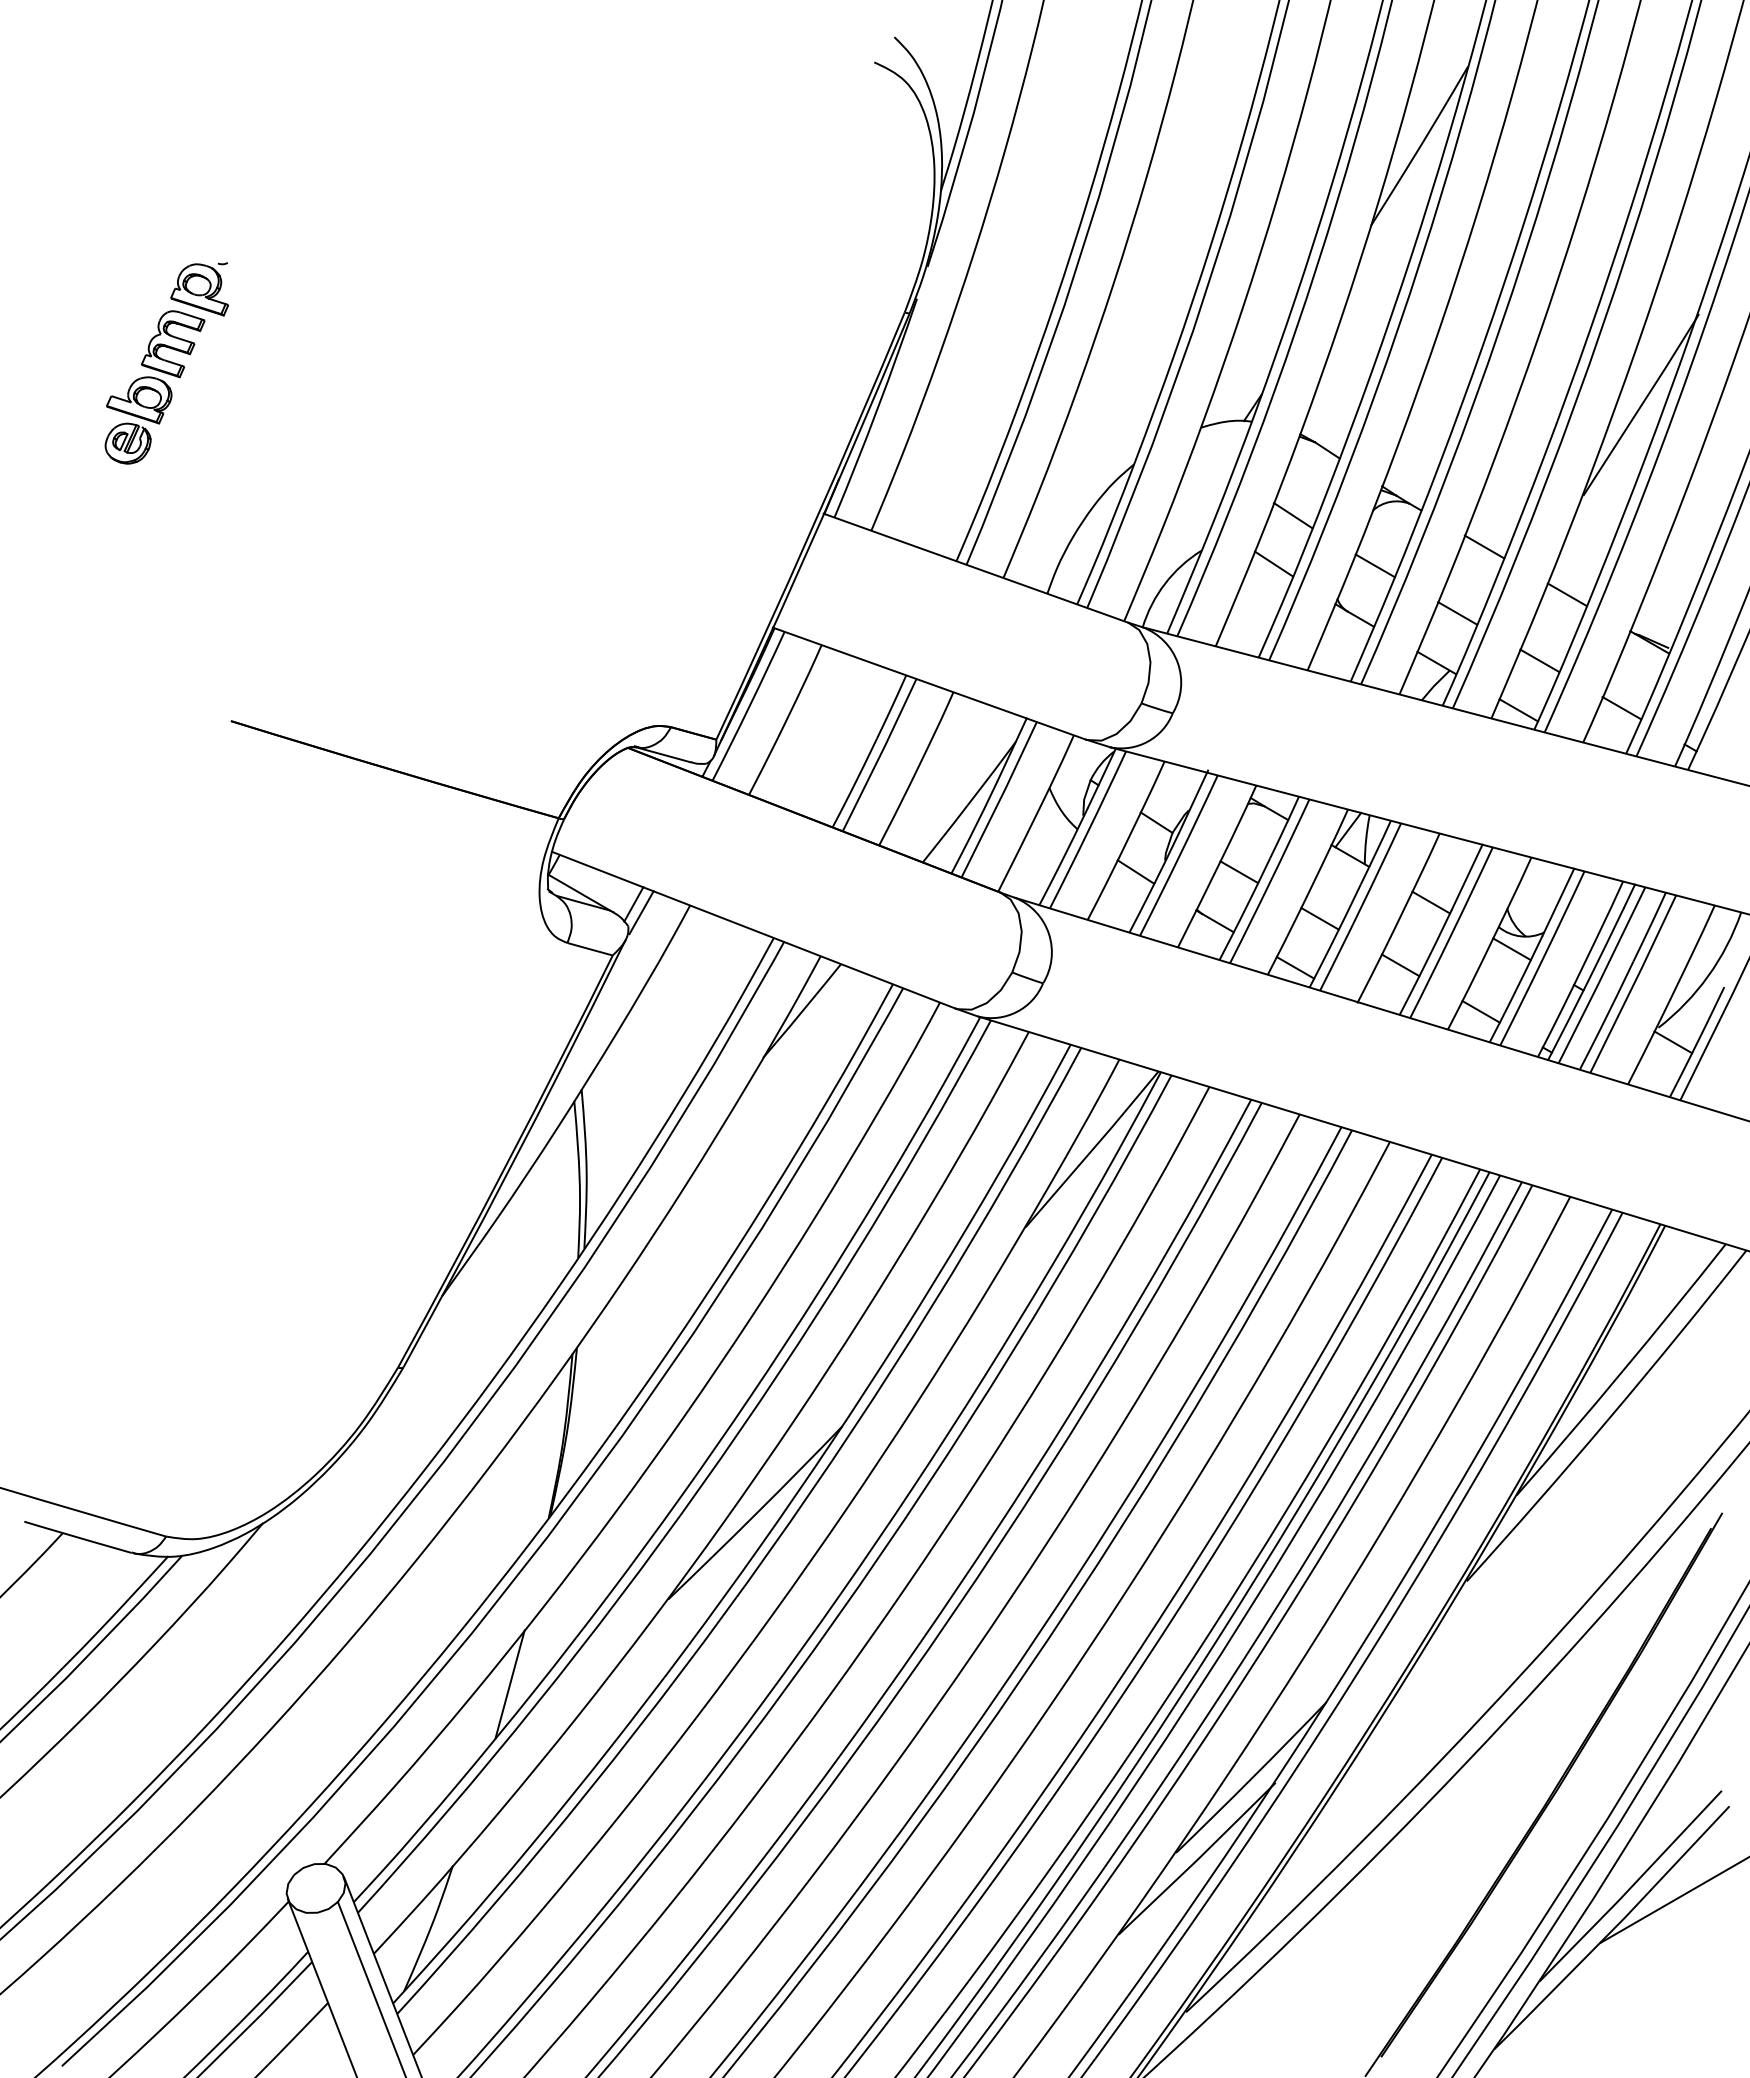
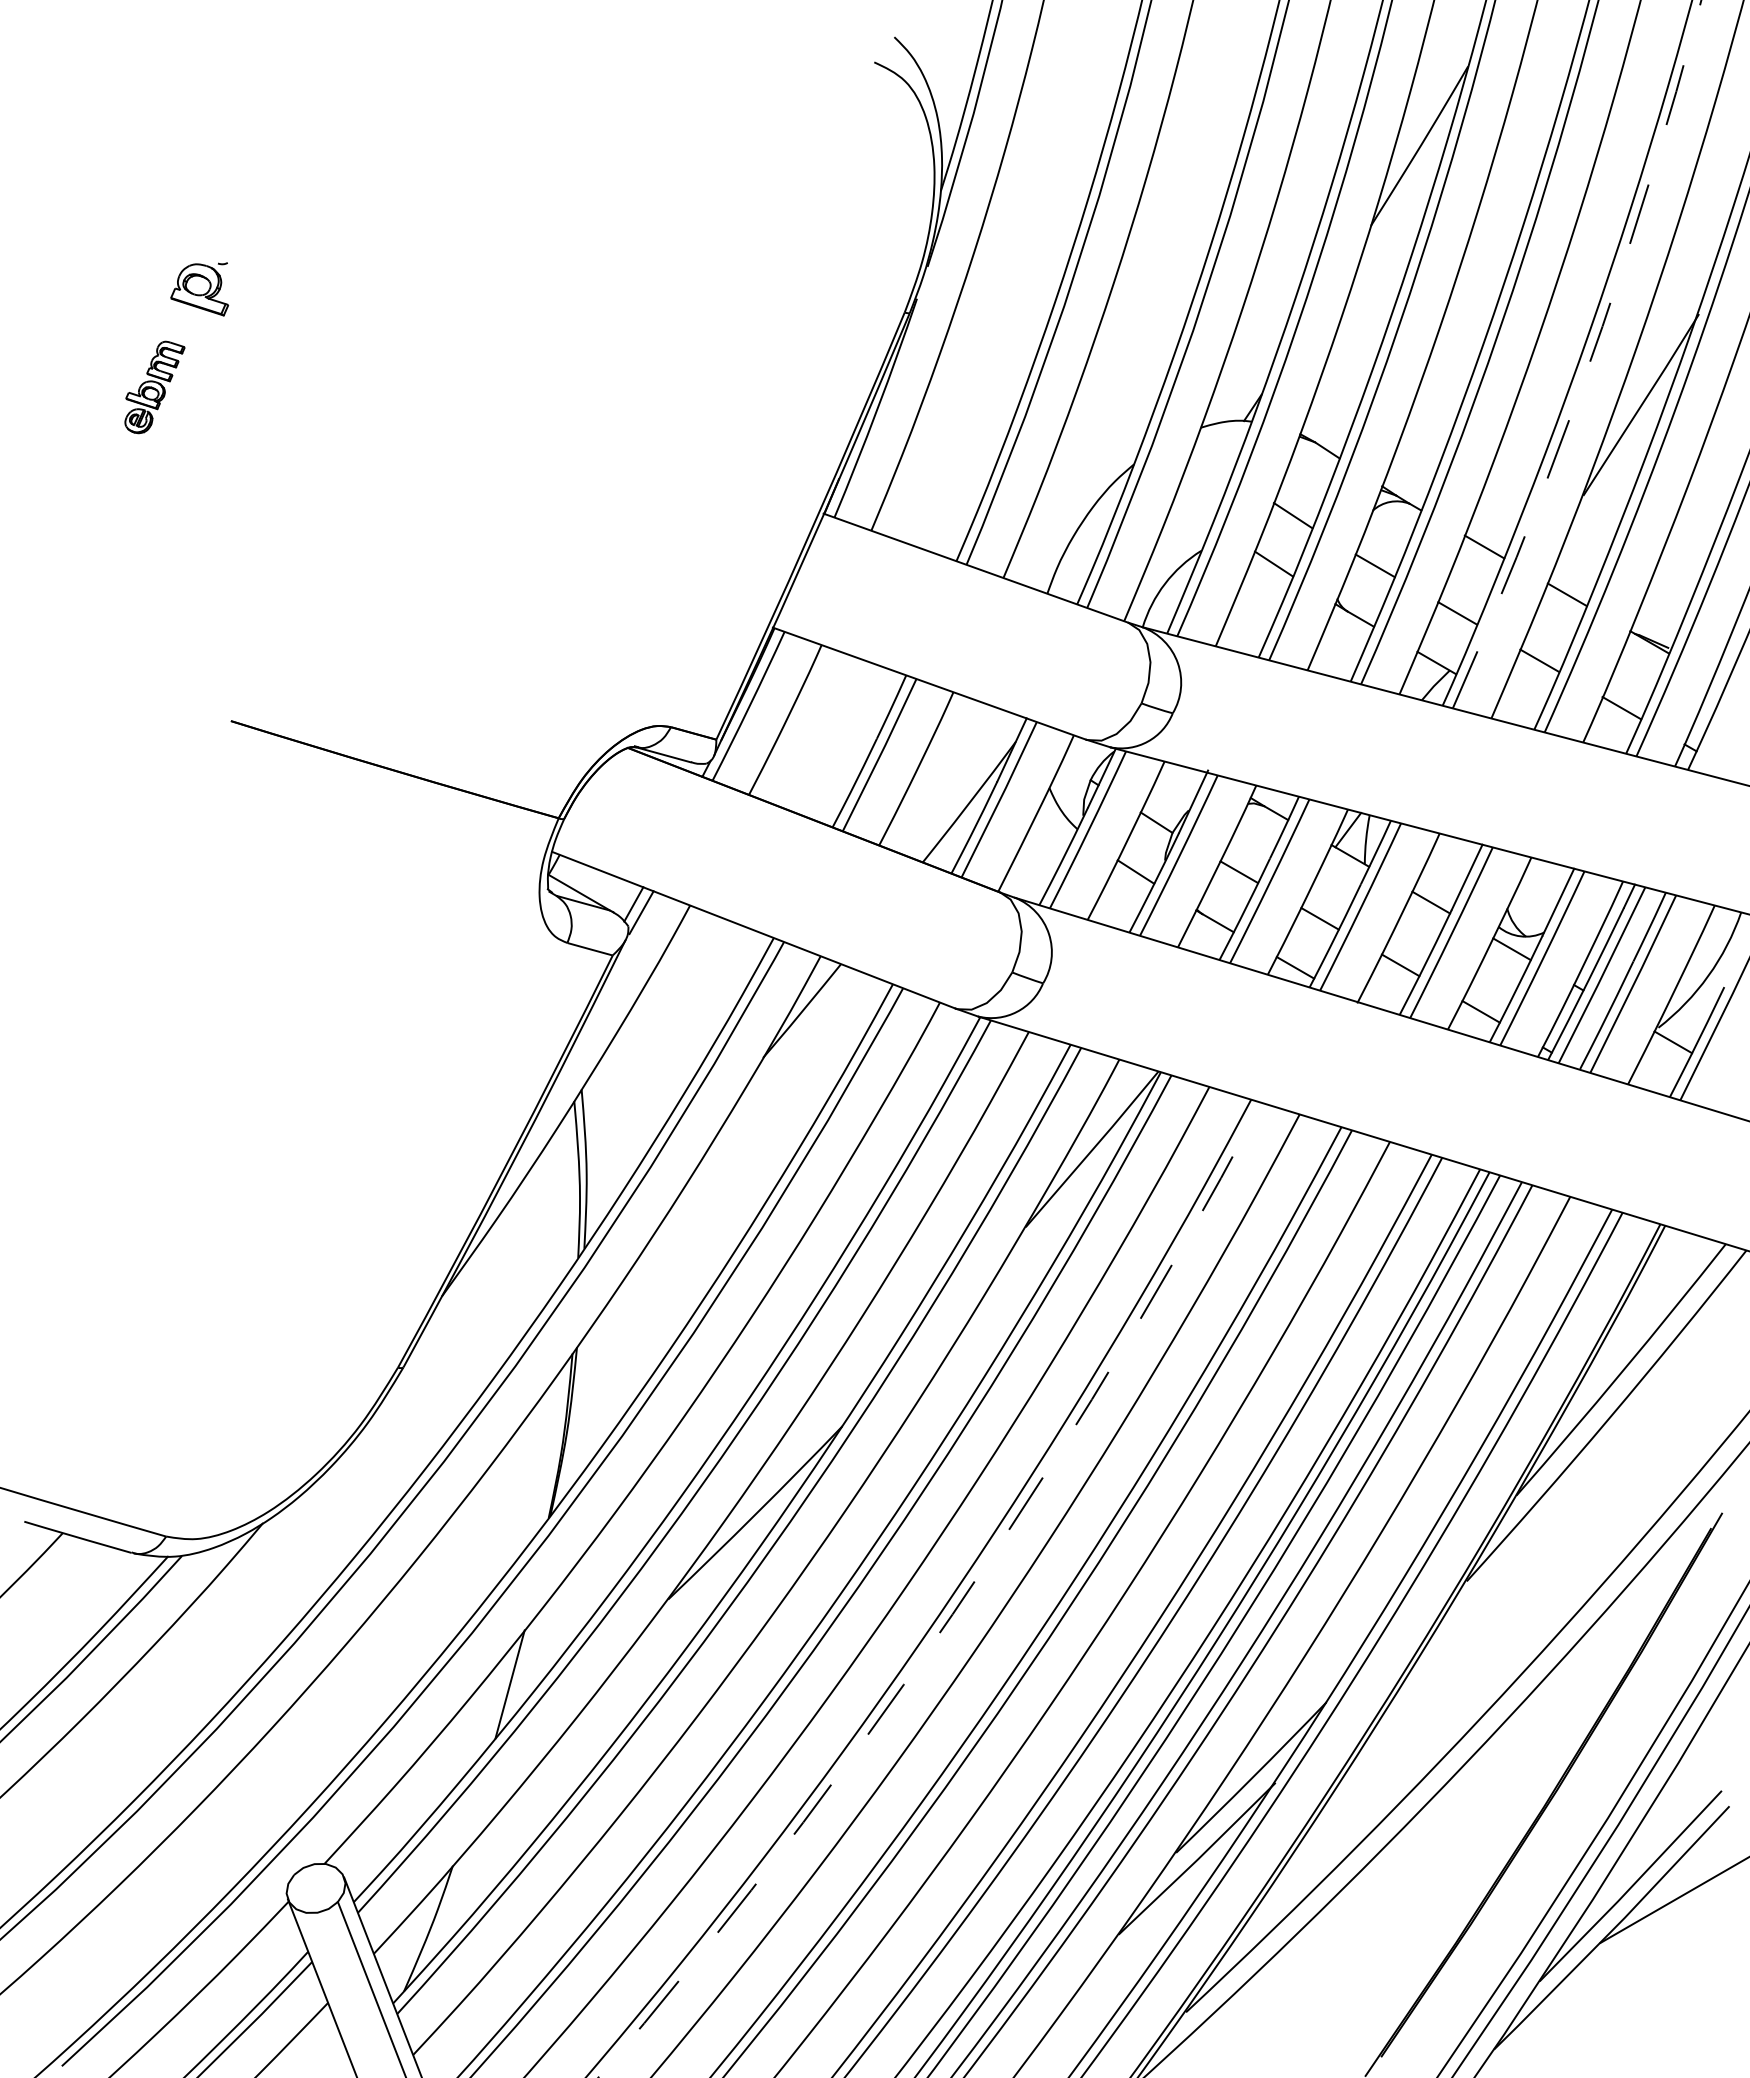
arc at (1590, 361): solid -> dashed
part at (154, 387) size: 102x155 px -> 62x95 px
line at (1518, 710): present -> none
arc at (956, 1608): solid -> dashed
